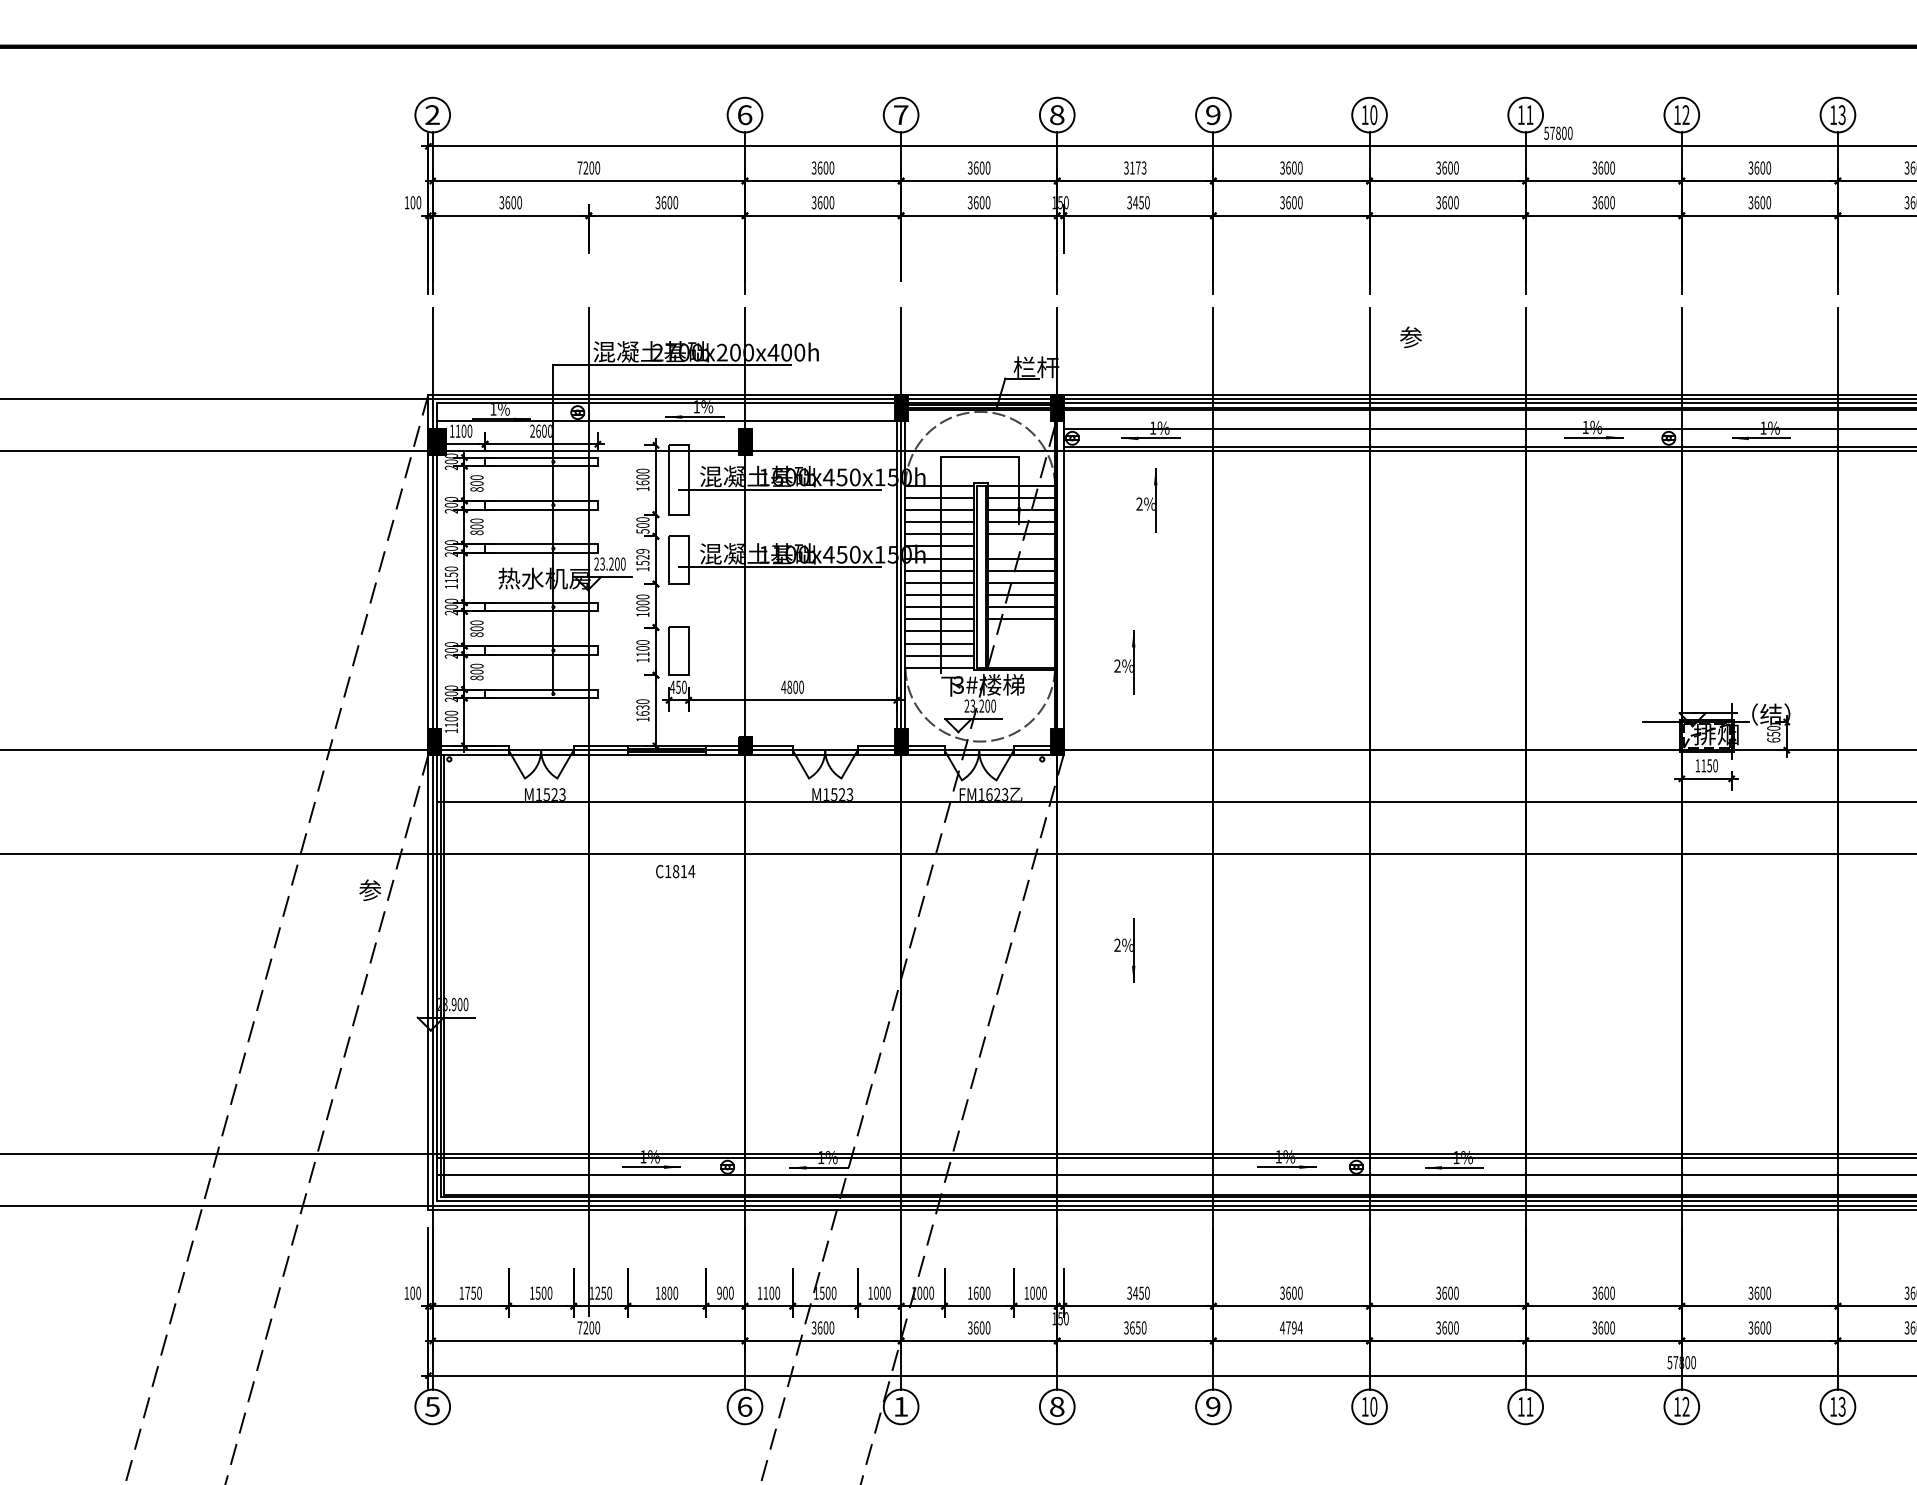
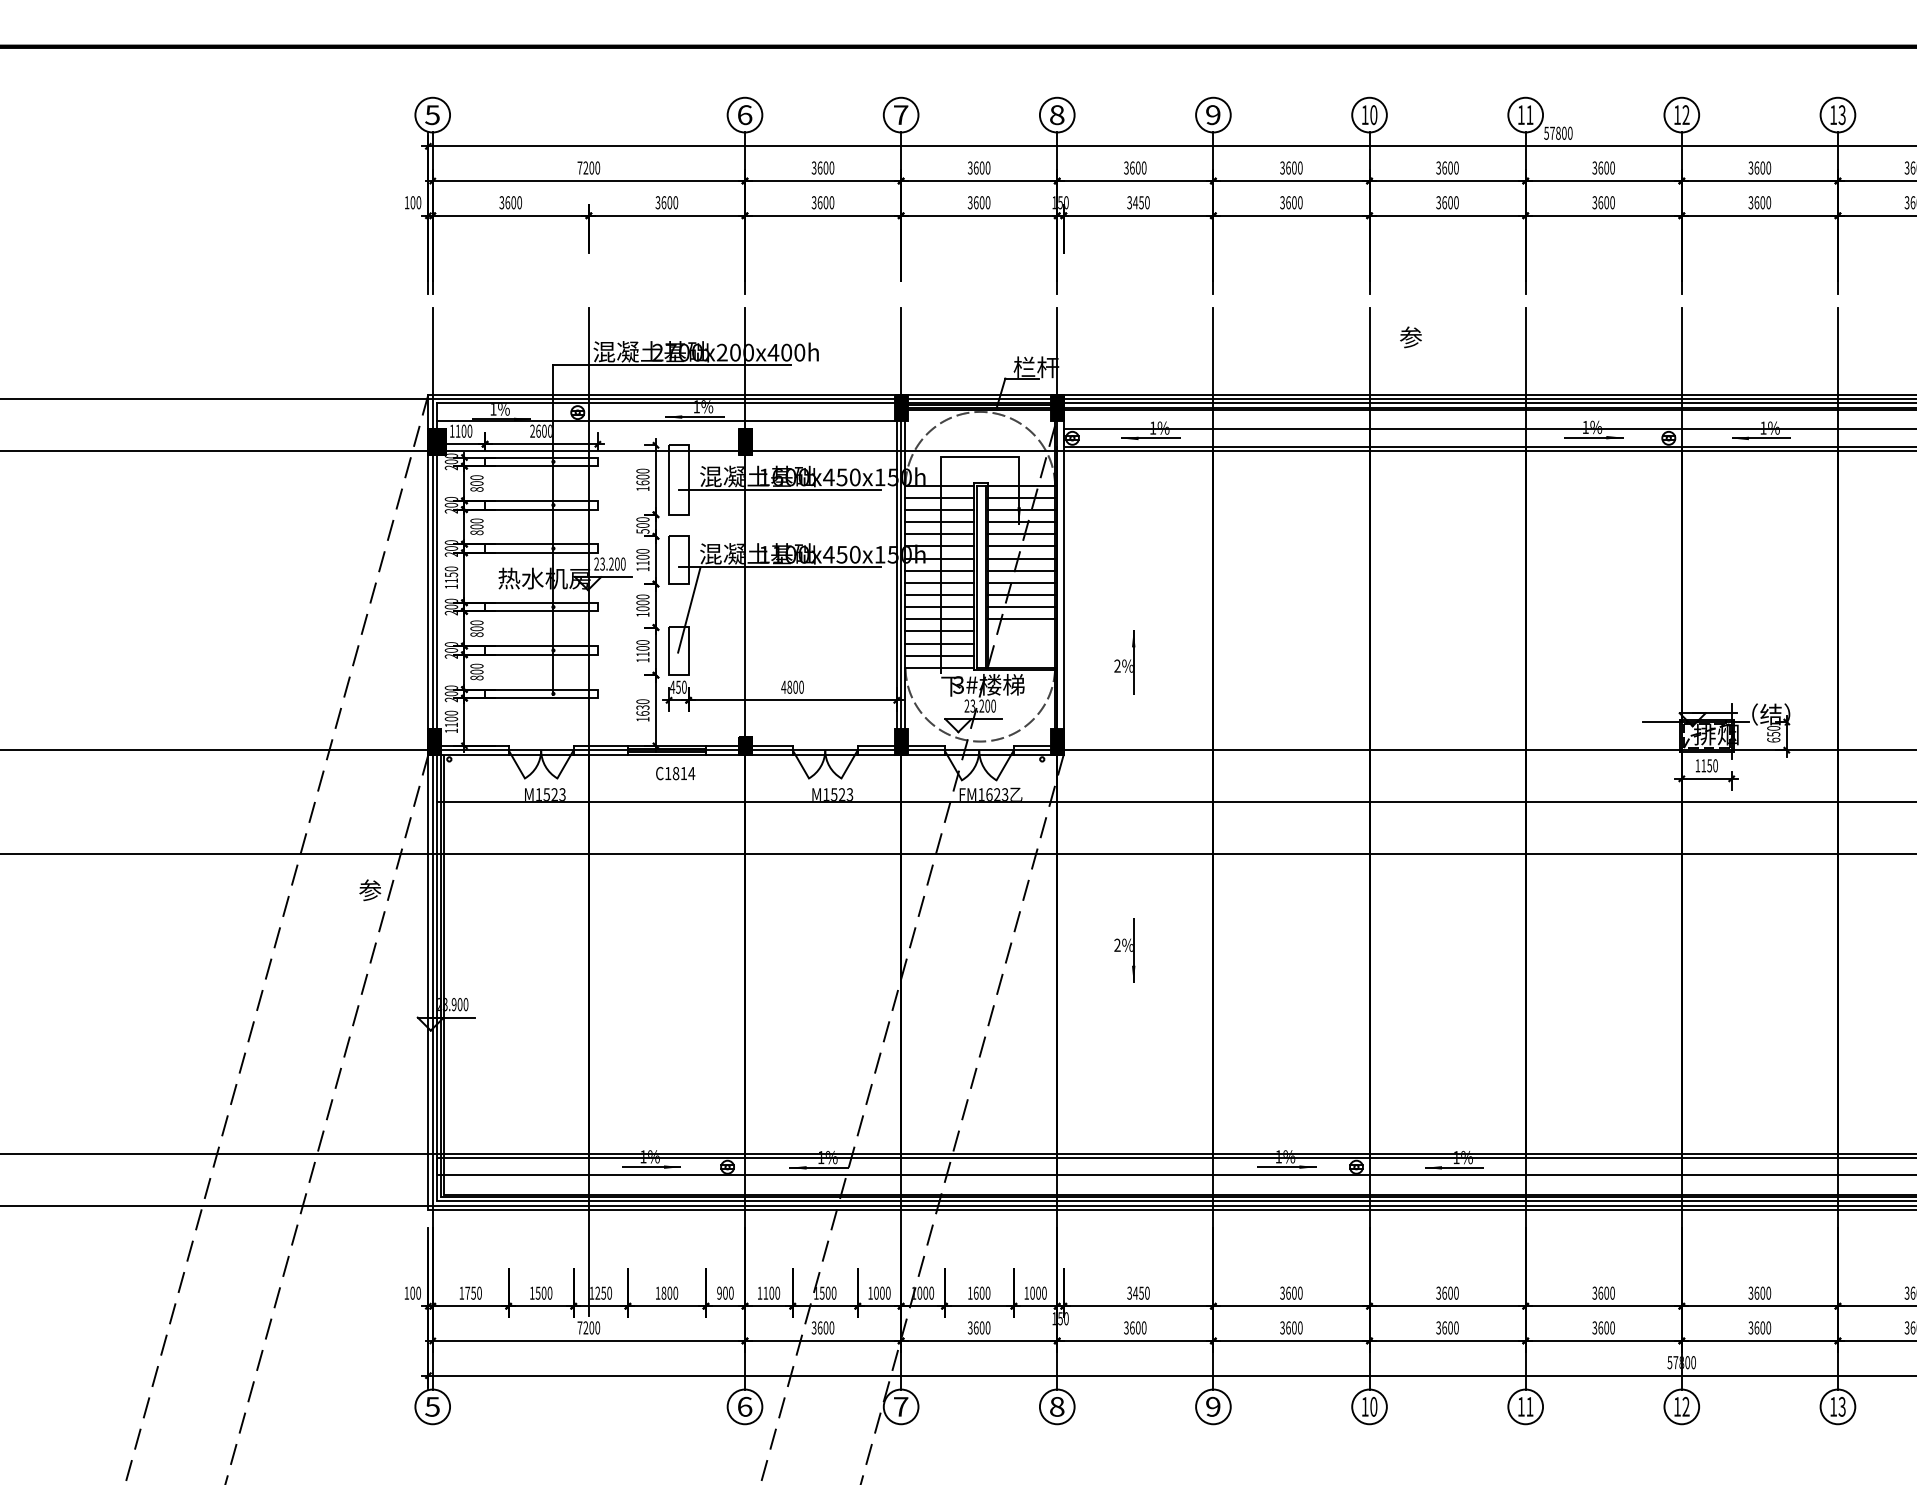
text at (432, 115): 2 -> 5
text at (1138, 167): 3173 -> 3600
part at (1146, 500): present -> none
line at (1021, 546): none -> present
text at (642, 557): 1529 -> 1100
line at (689, 609): none -> present
text at (675, 871) position: (675, 871) -> (675, 773)
text at (1137, 1327): 3650 -> 3600
text at (1290, 1327): 4794 -> 3600
text at (901, 1406): 1 -> 7
